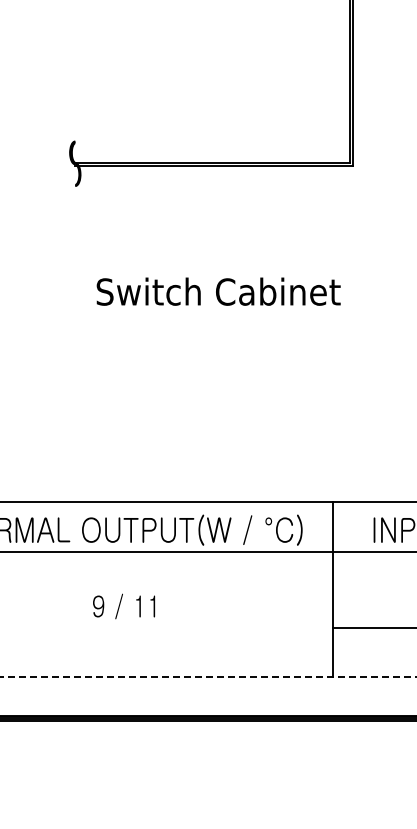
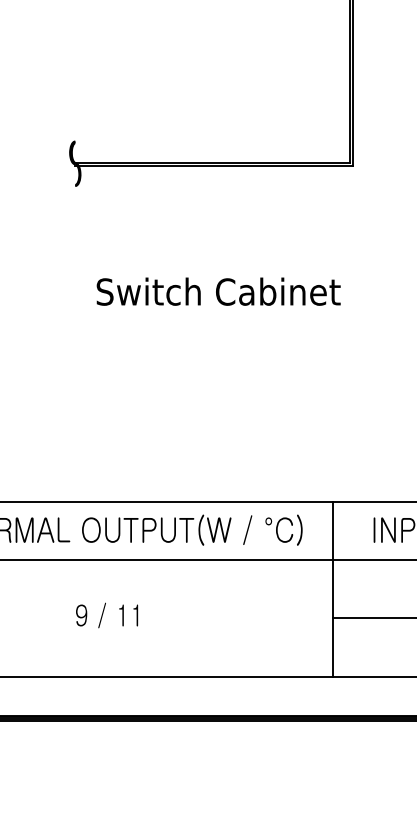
line at (207, 552) position: (207, 552) -> (207, 560)
text at (124, 606) position: (124, 606) -> (107, 615)
line at (373, 628) position: (373, 628) -> (373, 618)
line at (208, 676): dashed -> solid
